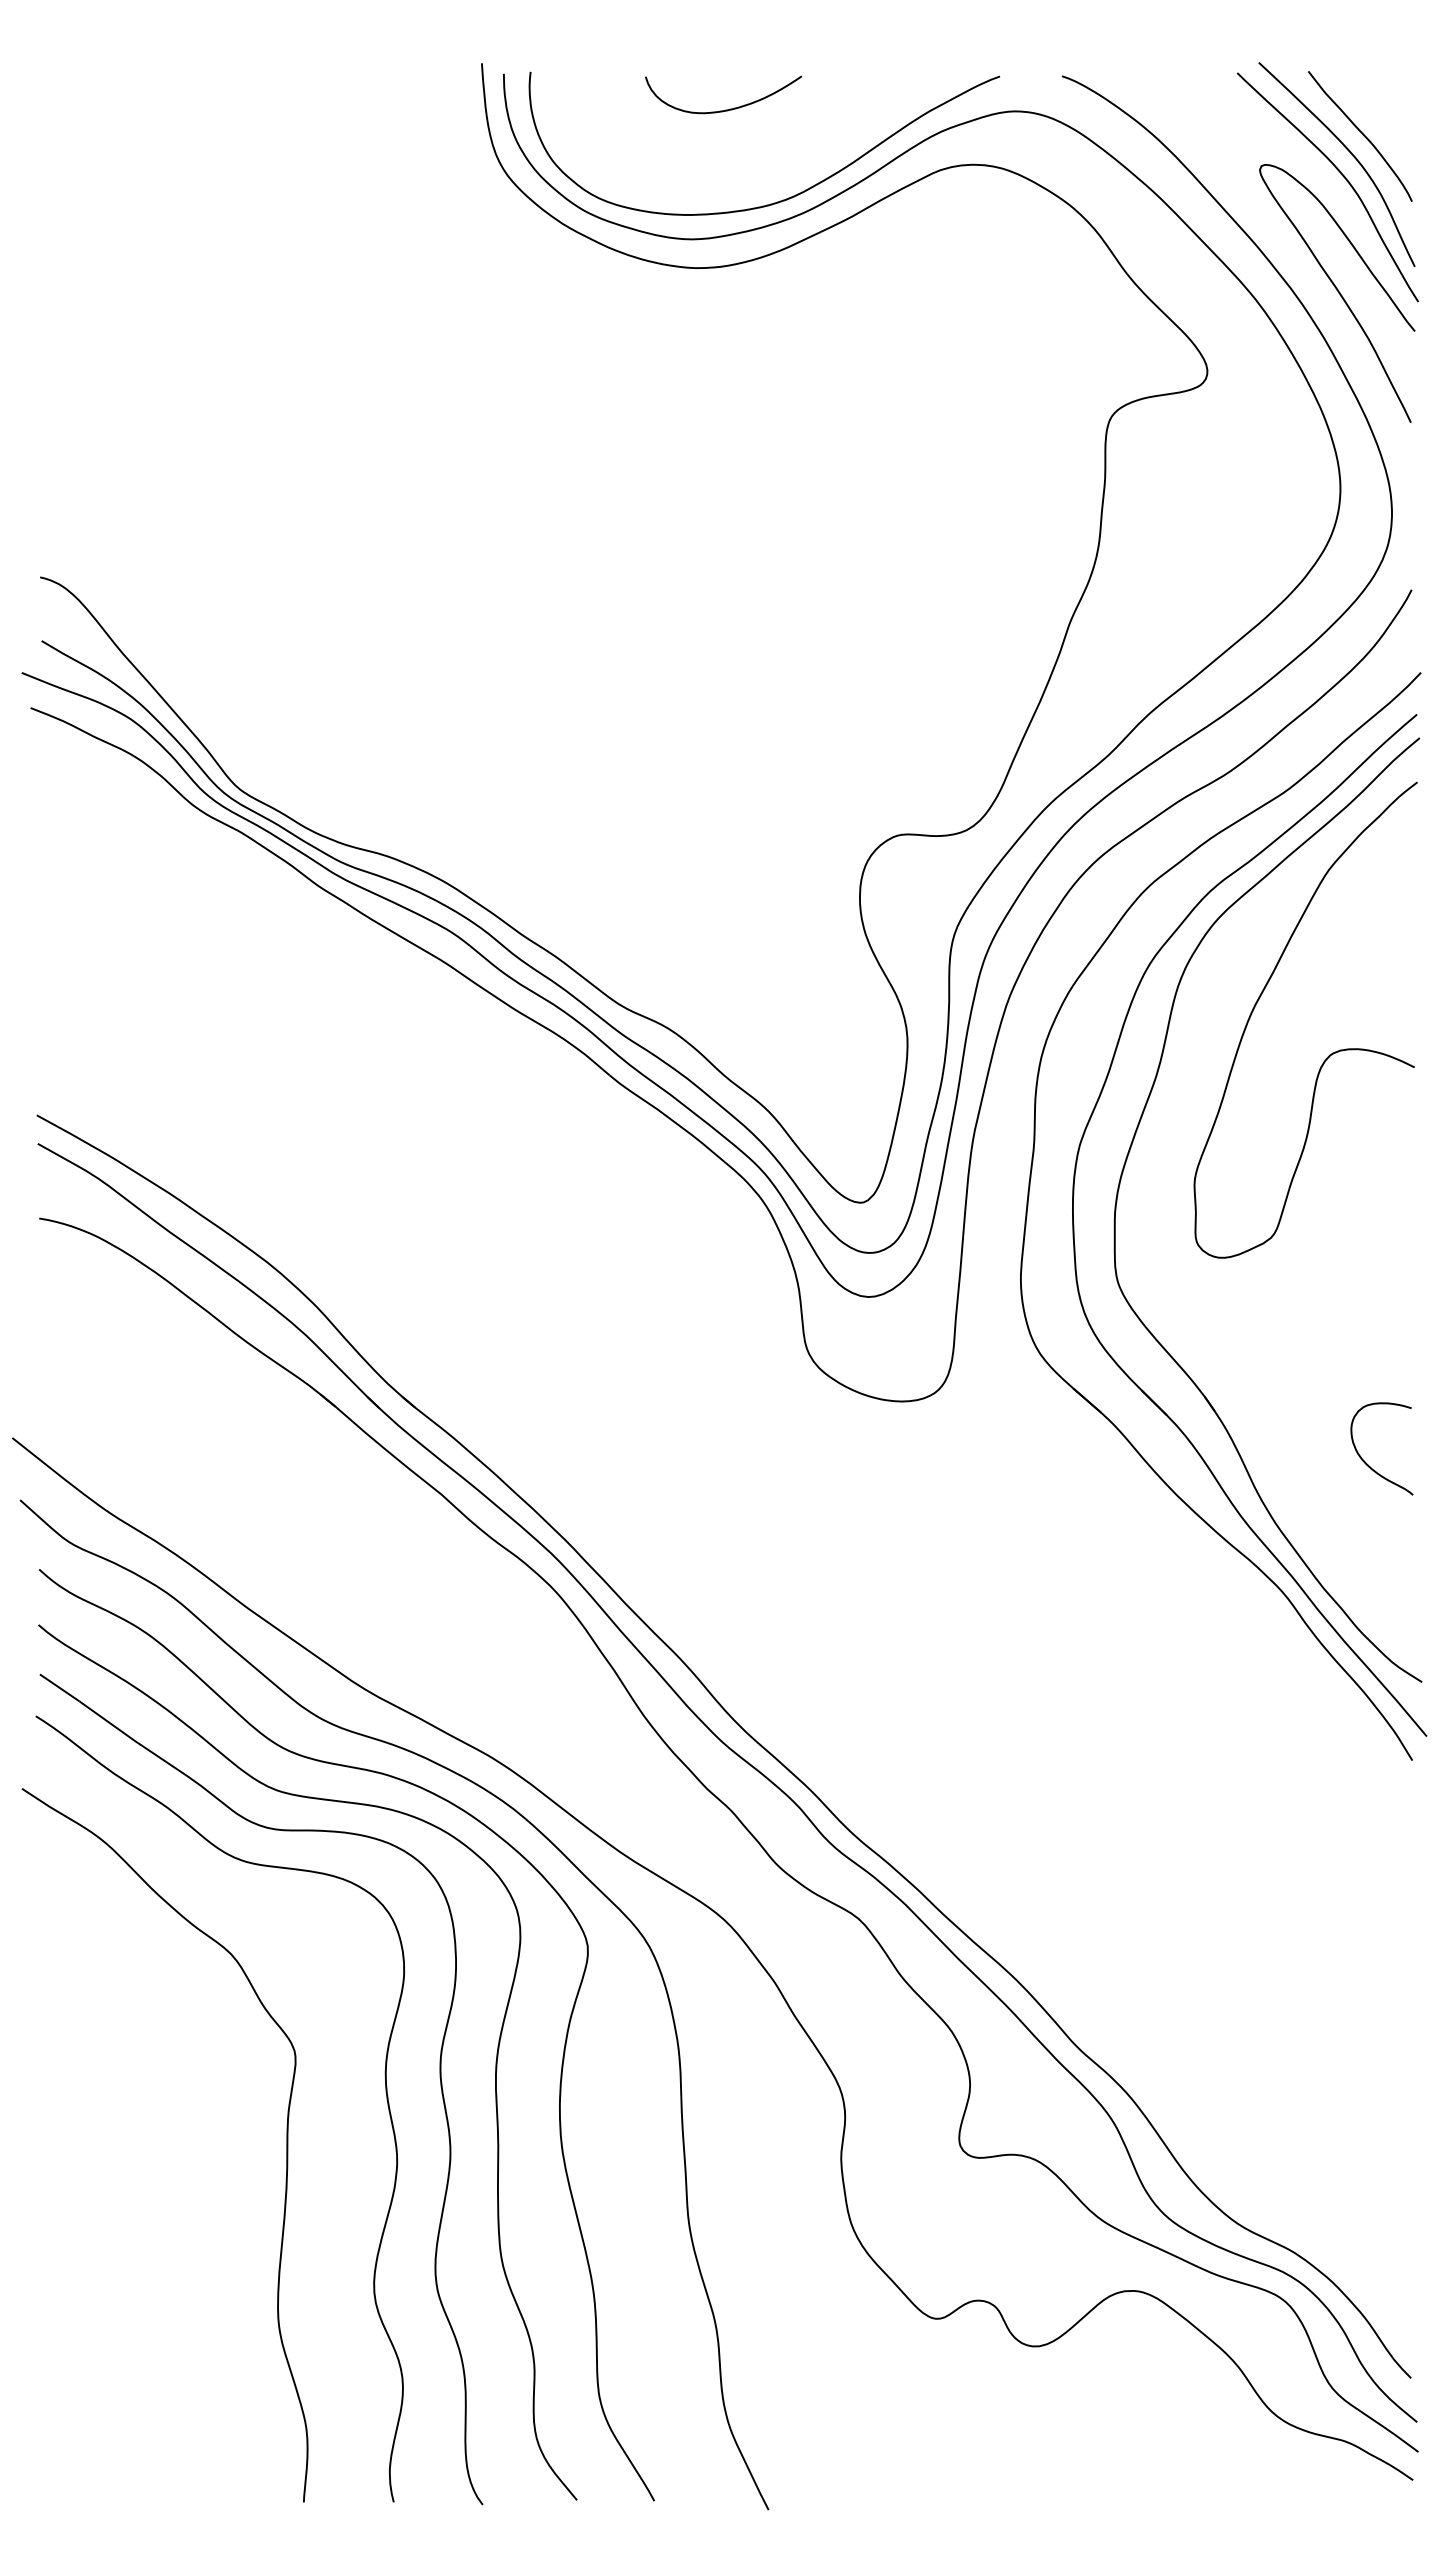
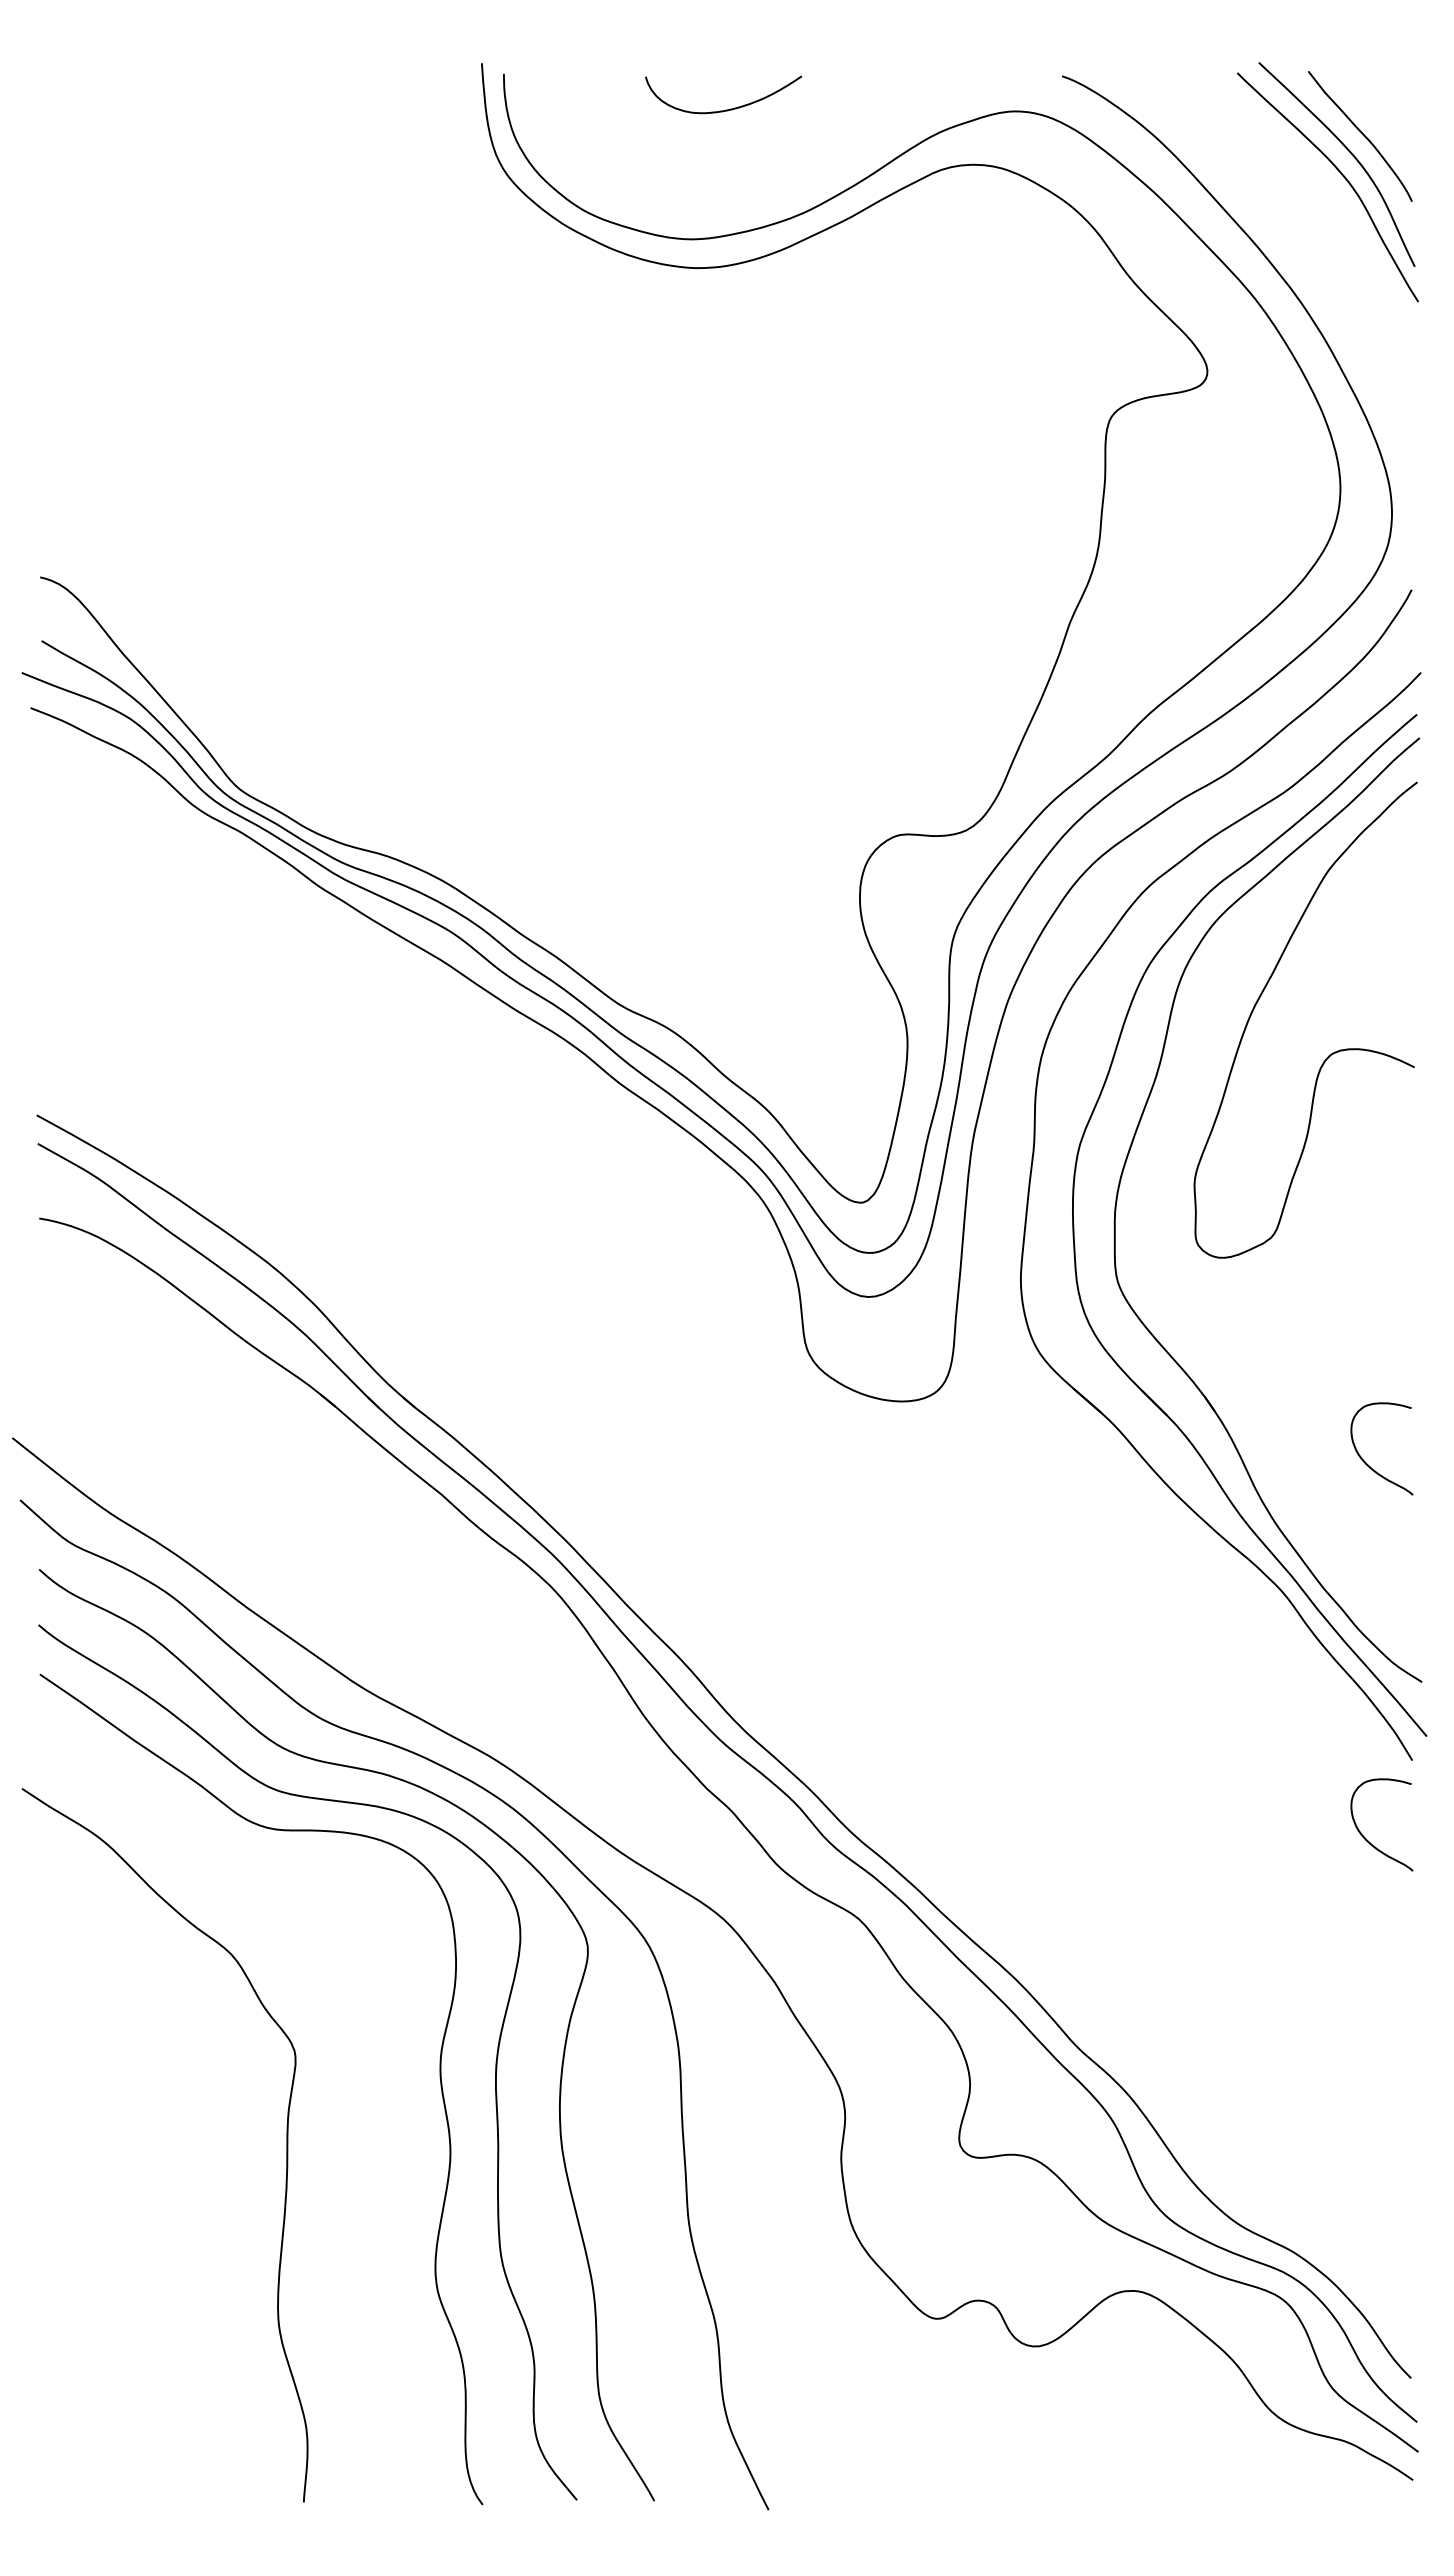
curve at (788, 197): present -> none
curve at (1337, 291): present -> none
curve at (1366, 1838): none -> present
curve at (385, 2092): present -> none
